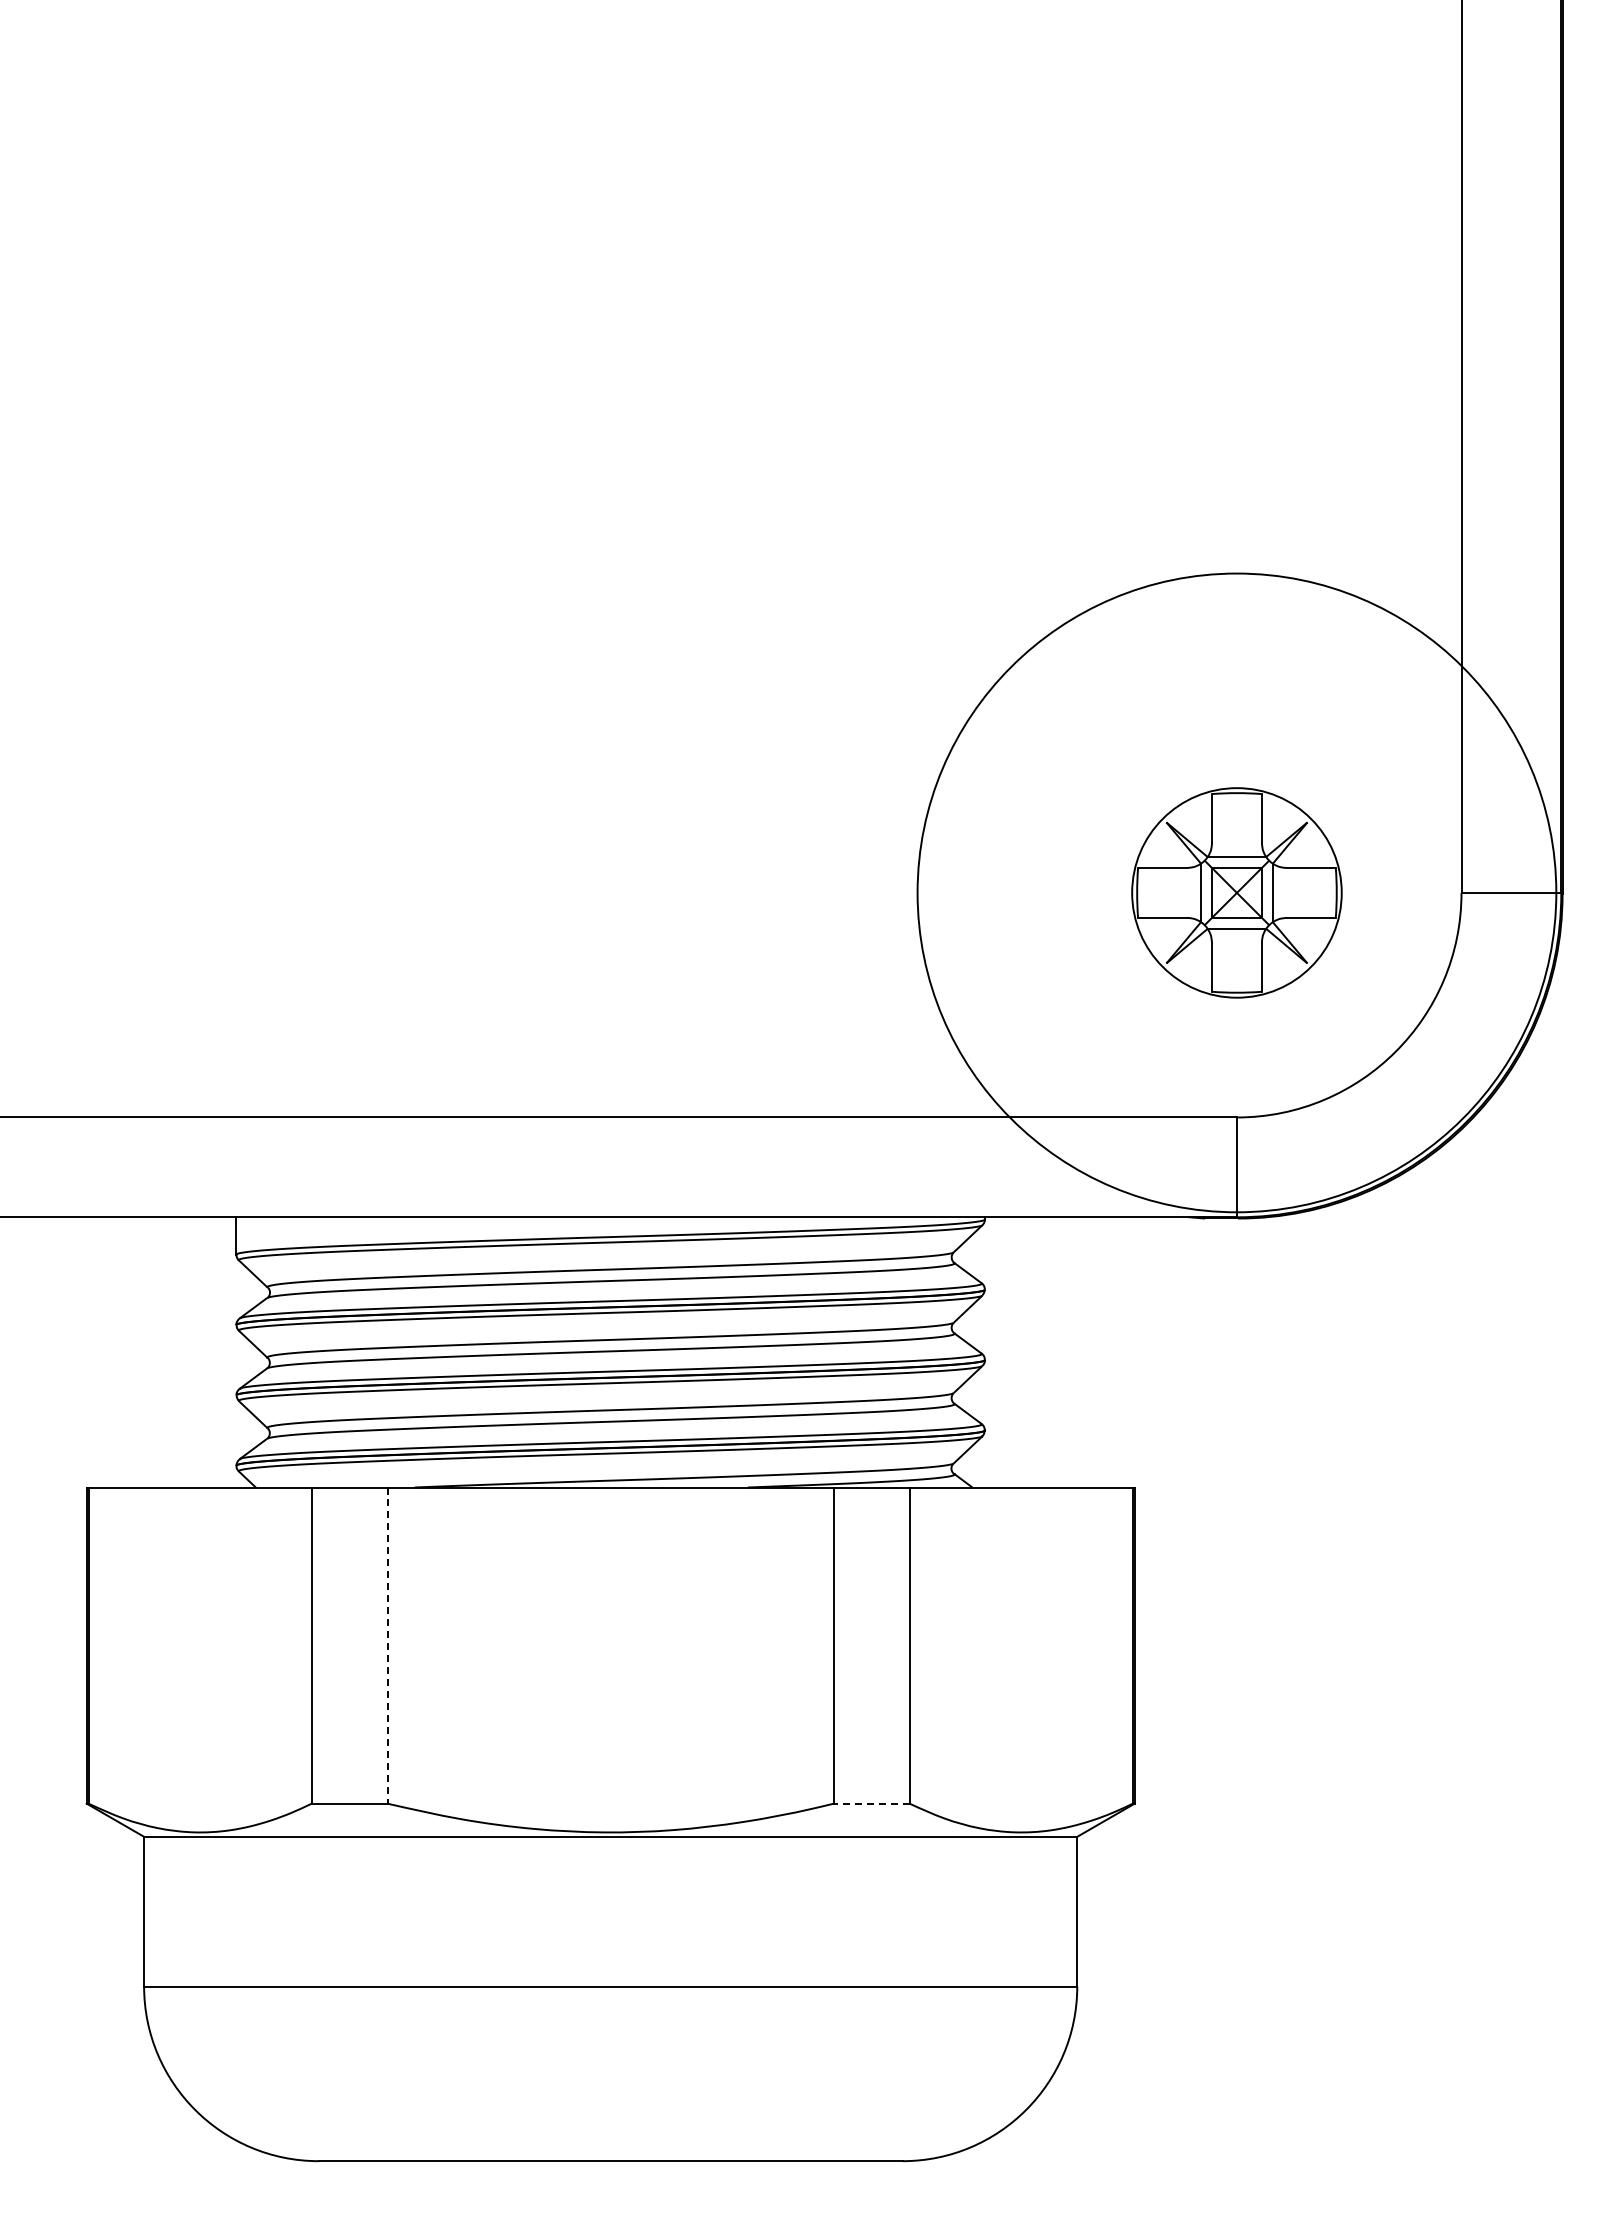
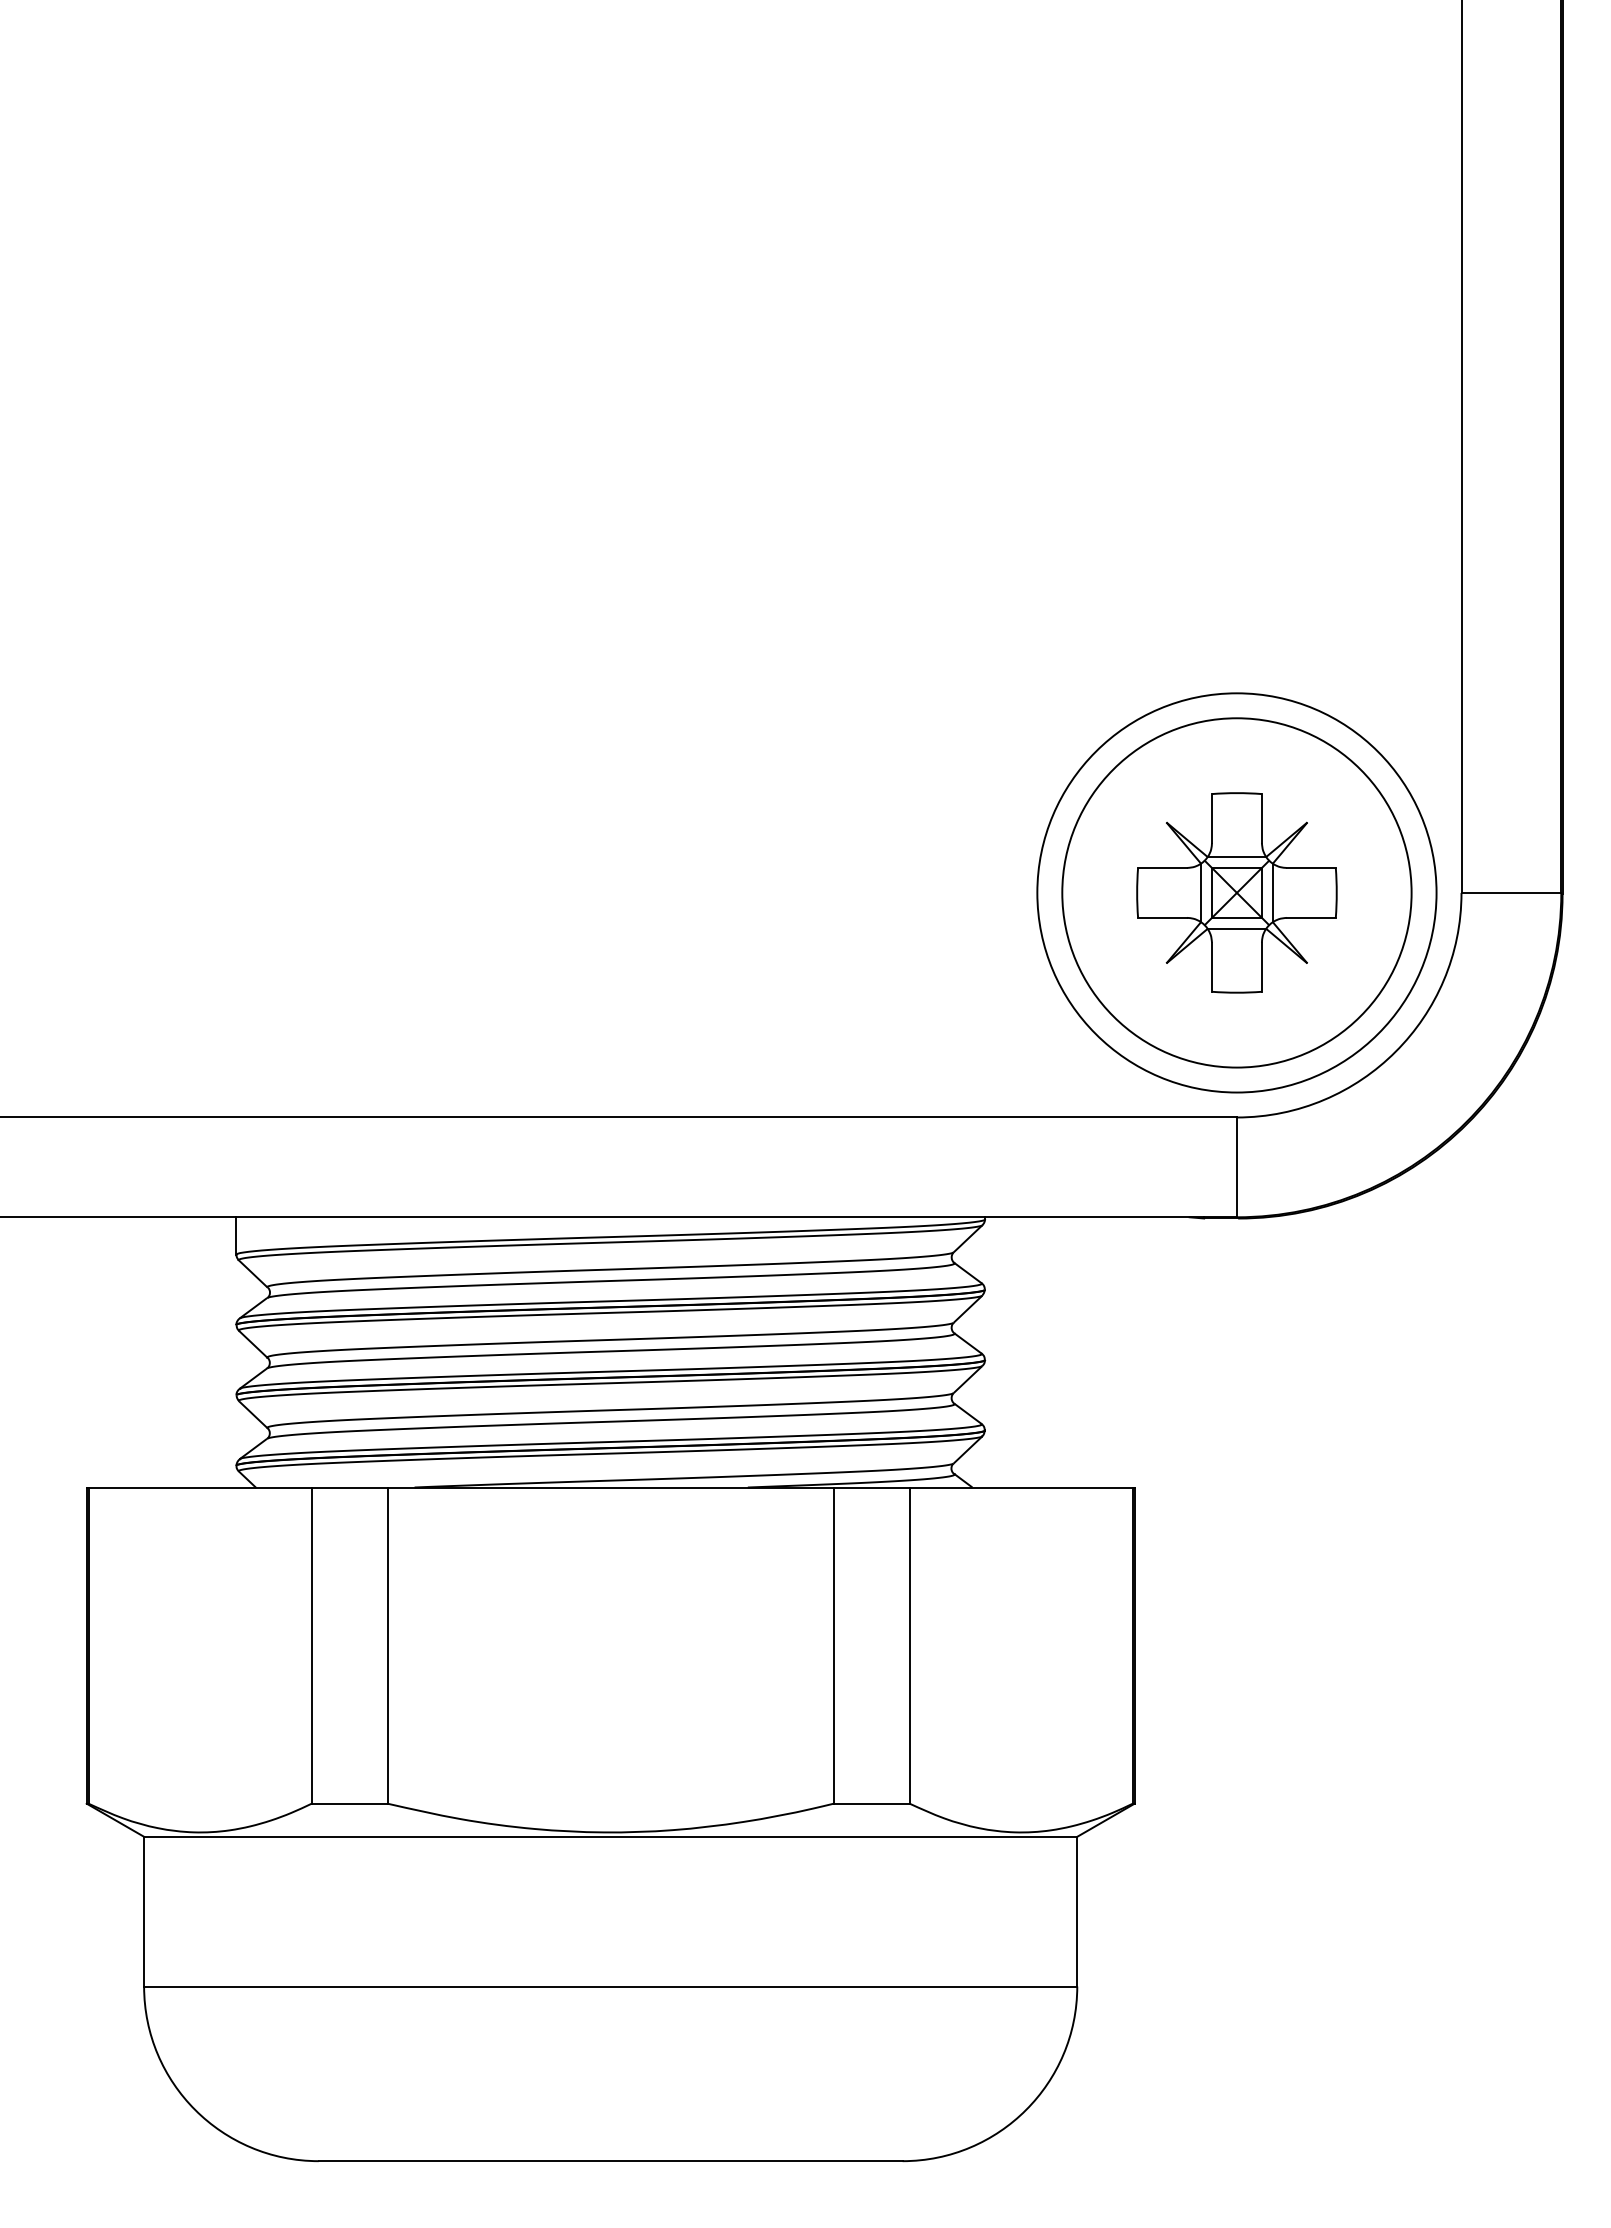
circle at (1236, 892) diameter: 210 px -> 349 px
circle at (1236, 892) diameter: 639 px -> 399 px
line at (387, 1646): dashed -> solid
line at (871, 1803): dashed -> solid
